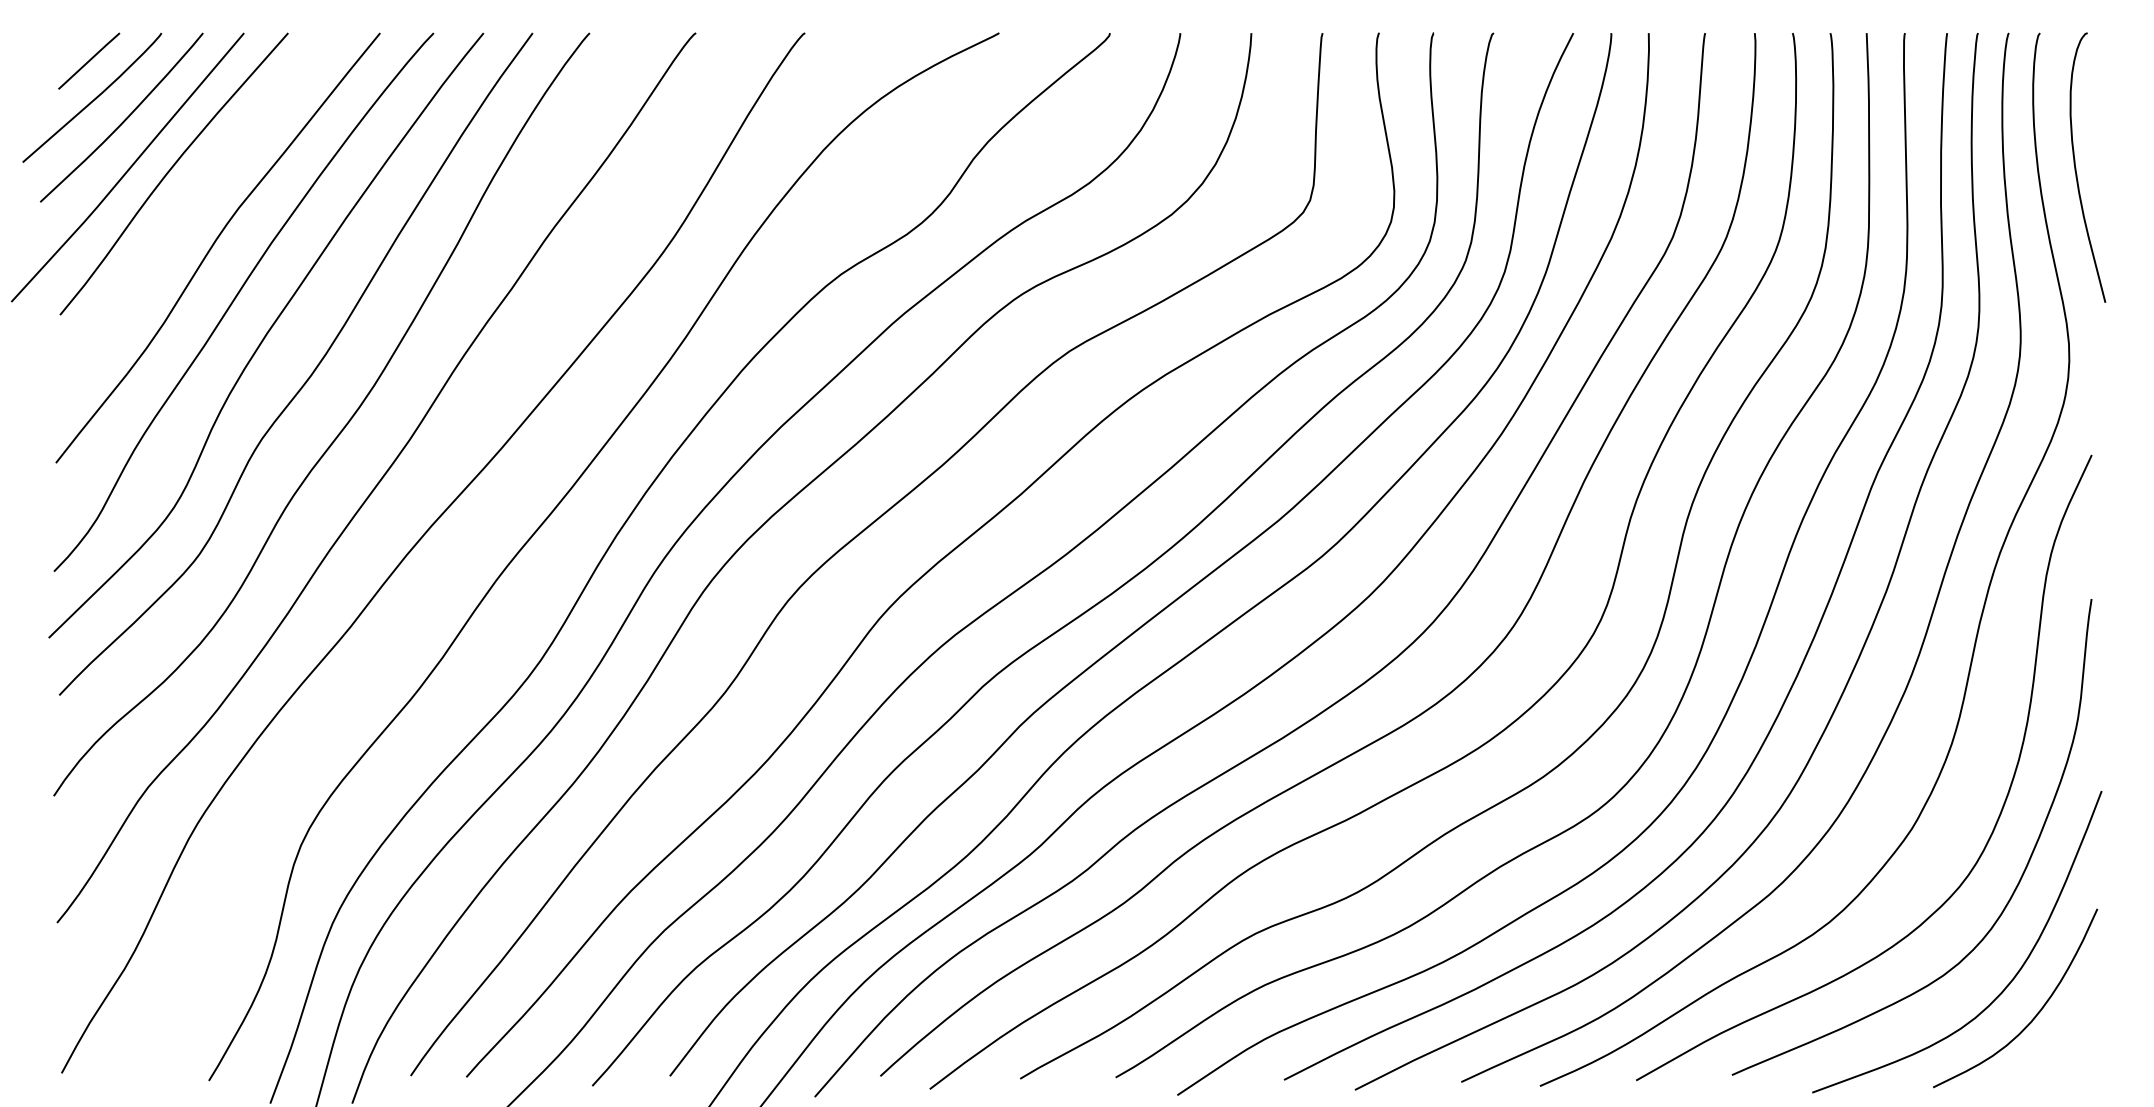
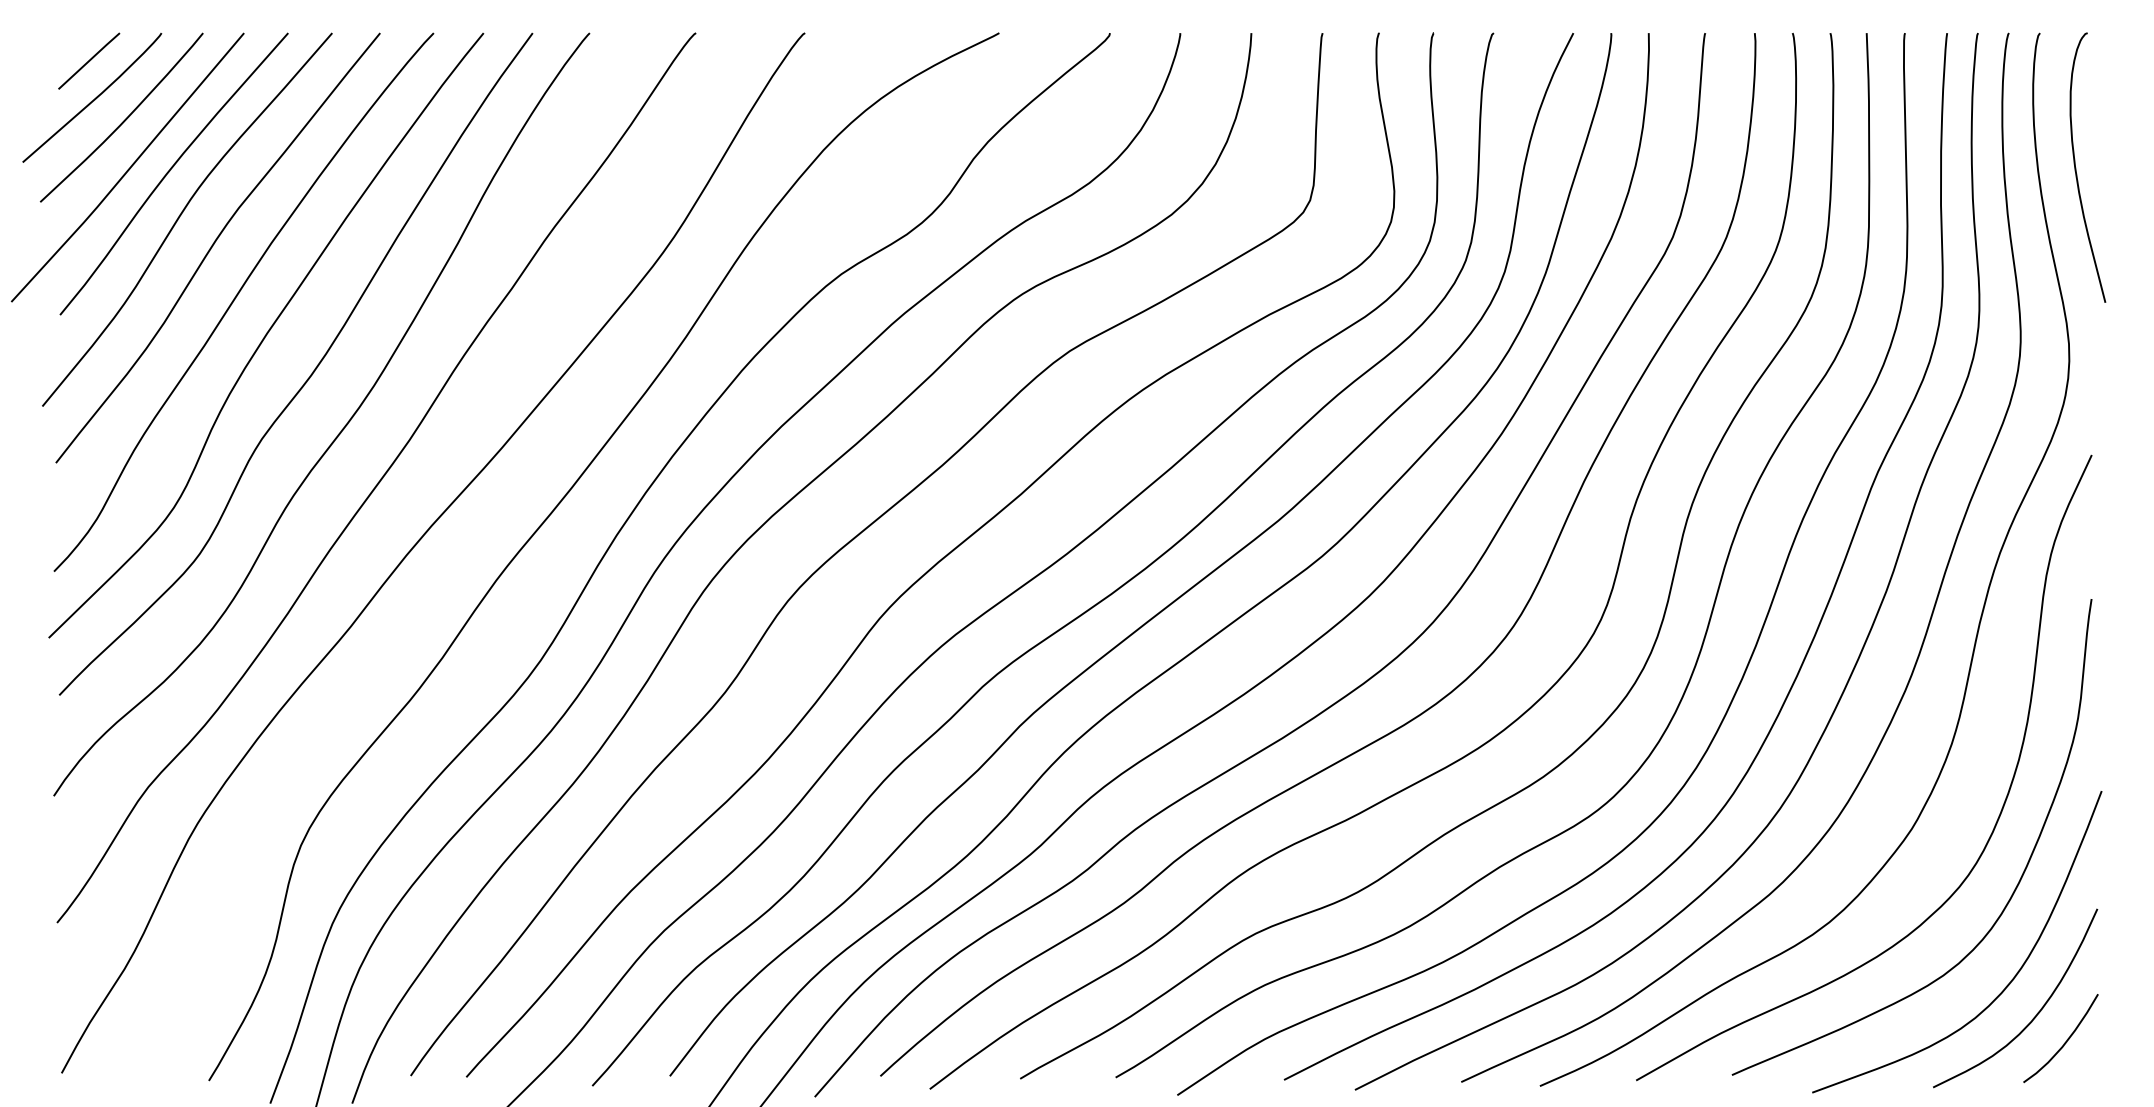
curve at (181, 215): none -> present
curve at (2064, 1042): none -> present
